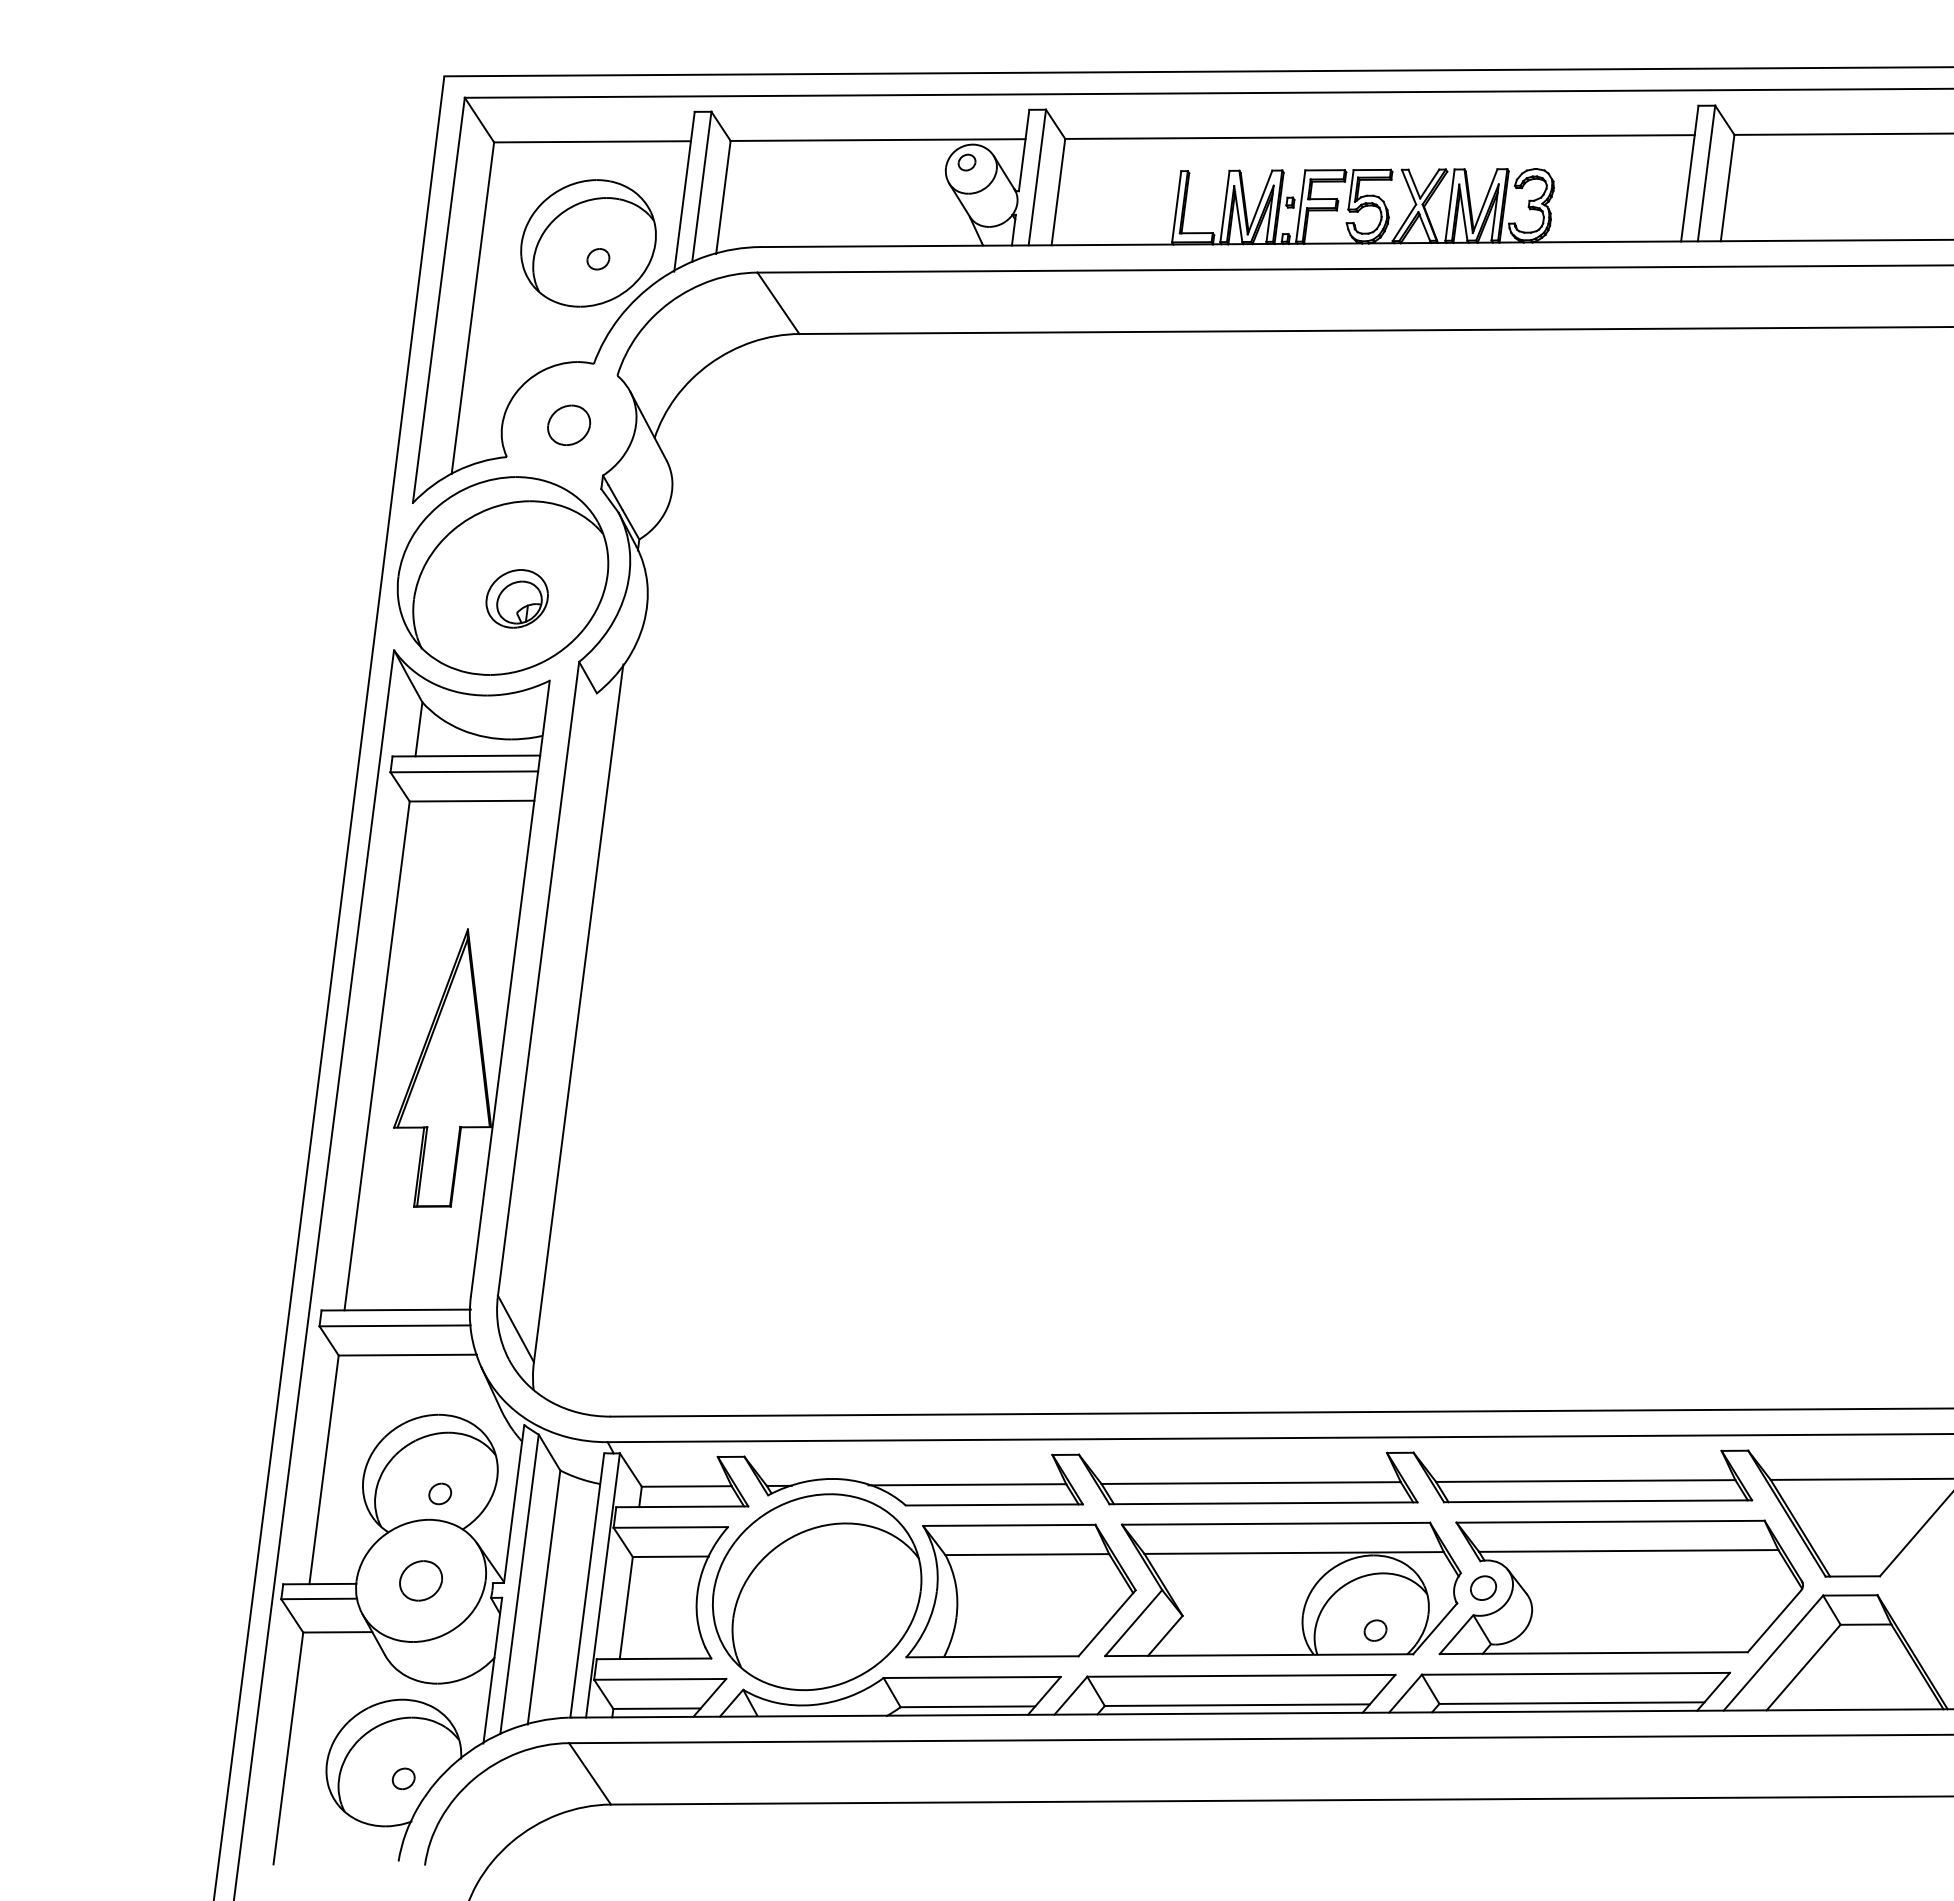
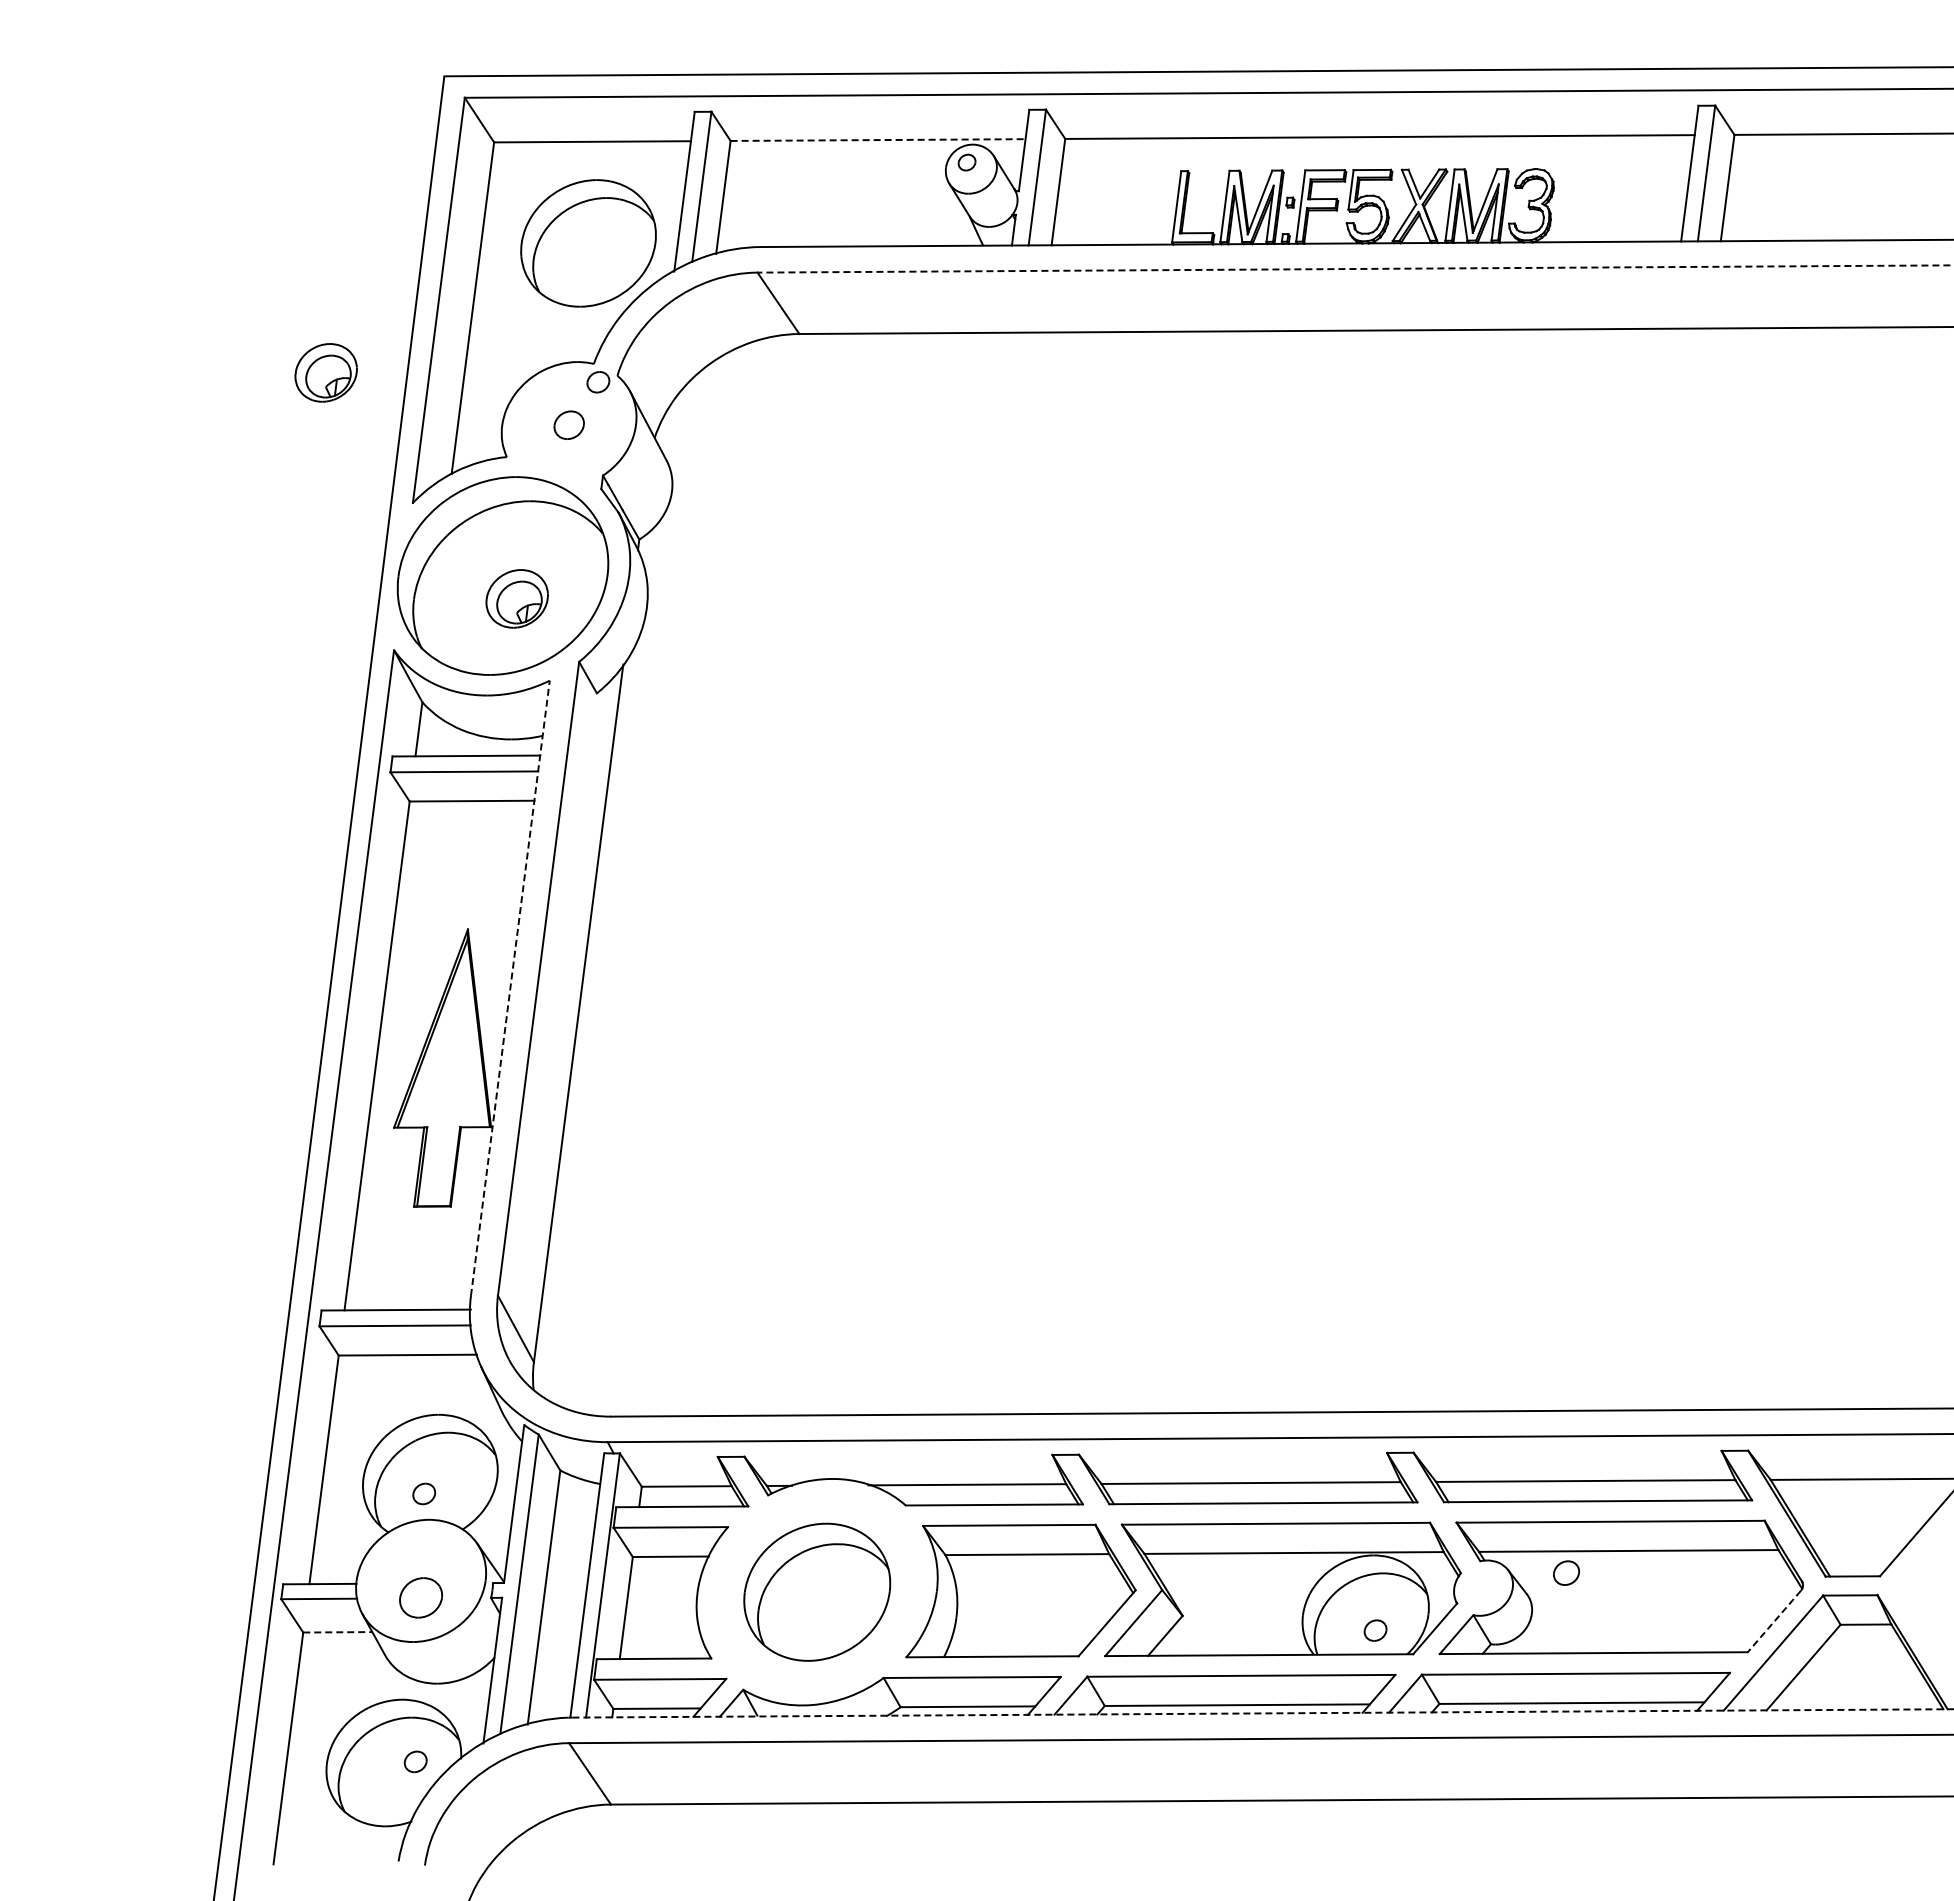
line at (878, 140): solid -> dashed
part at (598, 259) position: (598, 259) -> (598, 382)
line at (1355, 268): solid -> dashed
part at (325, 372): none -> present
part at (569, 424) size: 45x42 px -> 32x30 px
line at (510, 987): solid -> dashed
part at (440, 1493) position: (440, 1493) -> (424, 1493)
part at (420, 1580) position: (420, 1580) -> (420, 1597)
part at (1483, 1587) position: (1483, 1587) -> (1566, 1572)
part at (817, 1592) size: 211x199 px -> 149x140 px
line at (1774, 1621): solid -> dashed
line at (337, 1632): solid -> dashed
line at (1263, 1713): solid -> dashed
part at (403, 1778) position: (403, 1778) -> (415, 1761)
